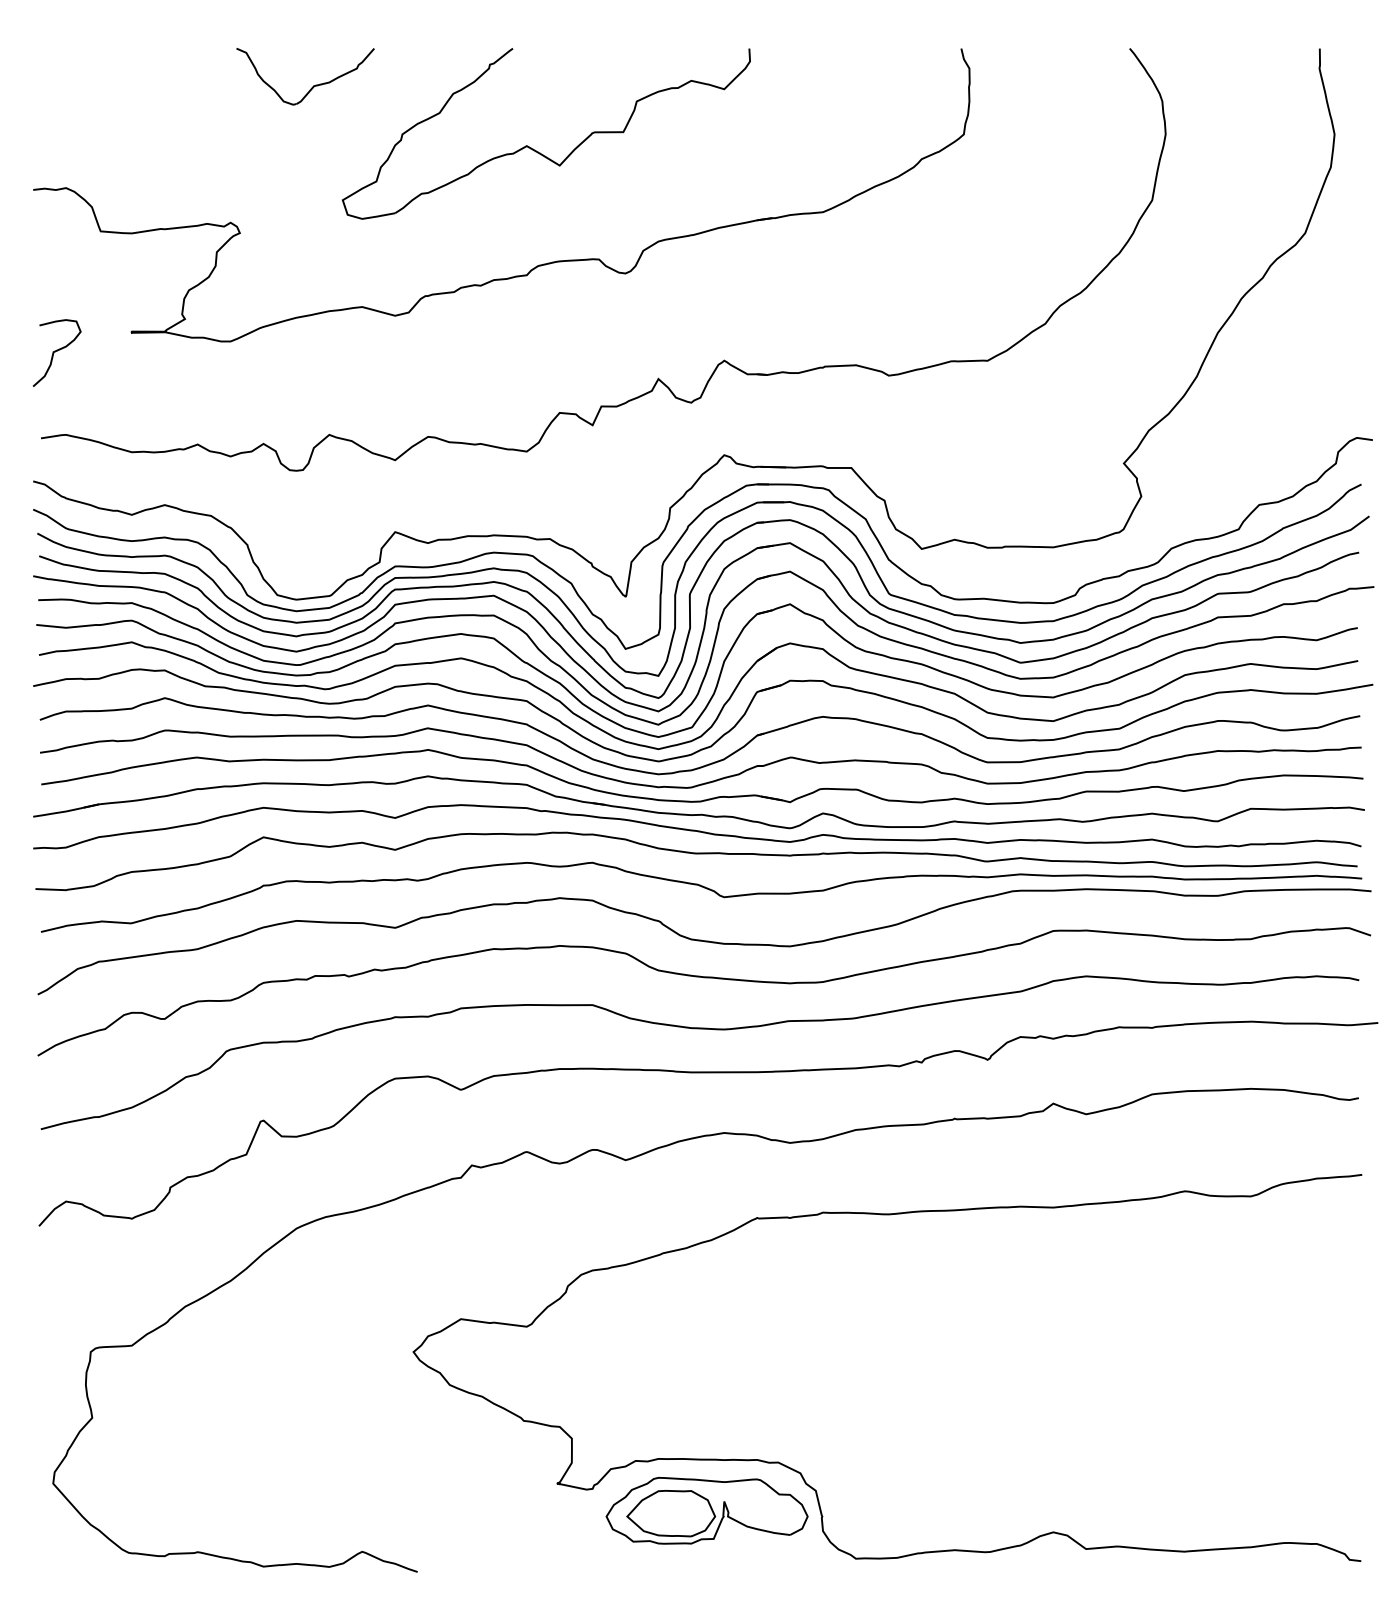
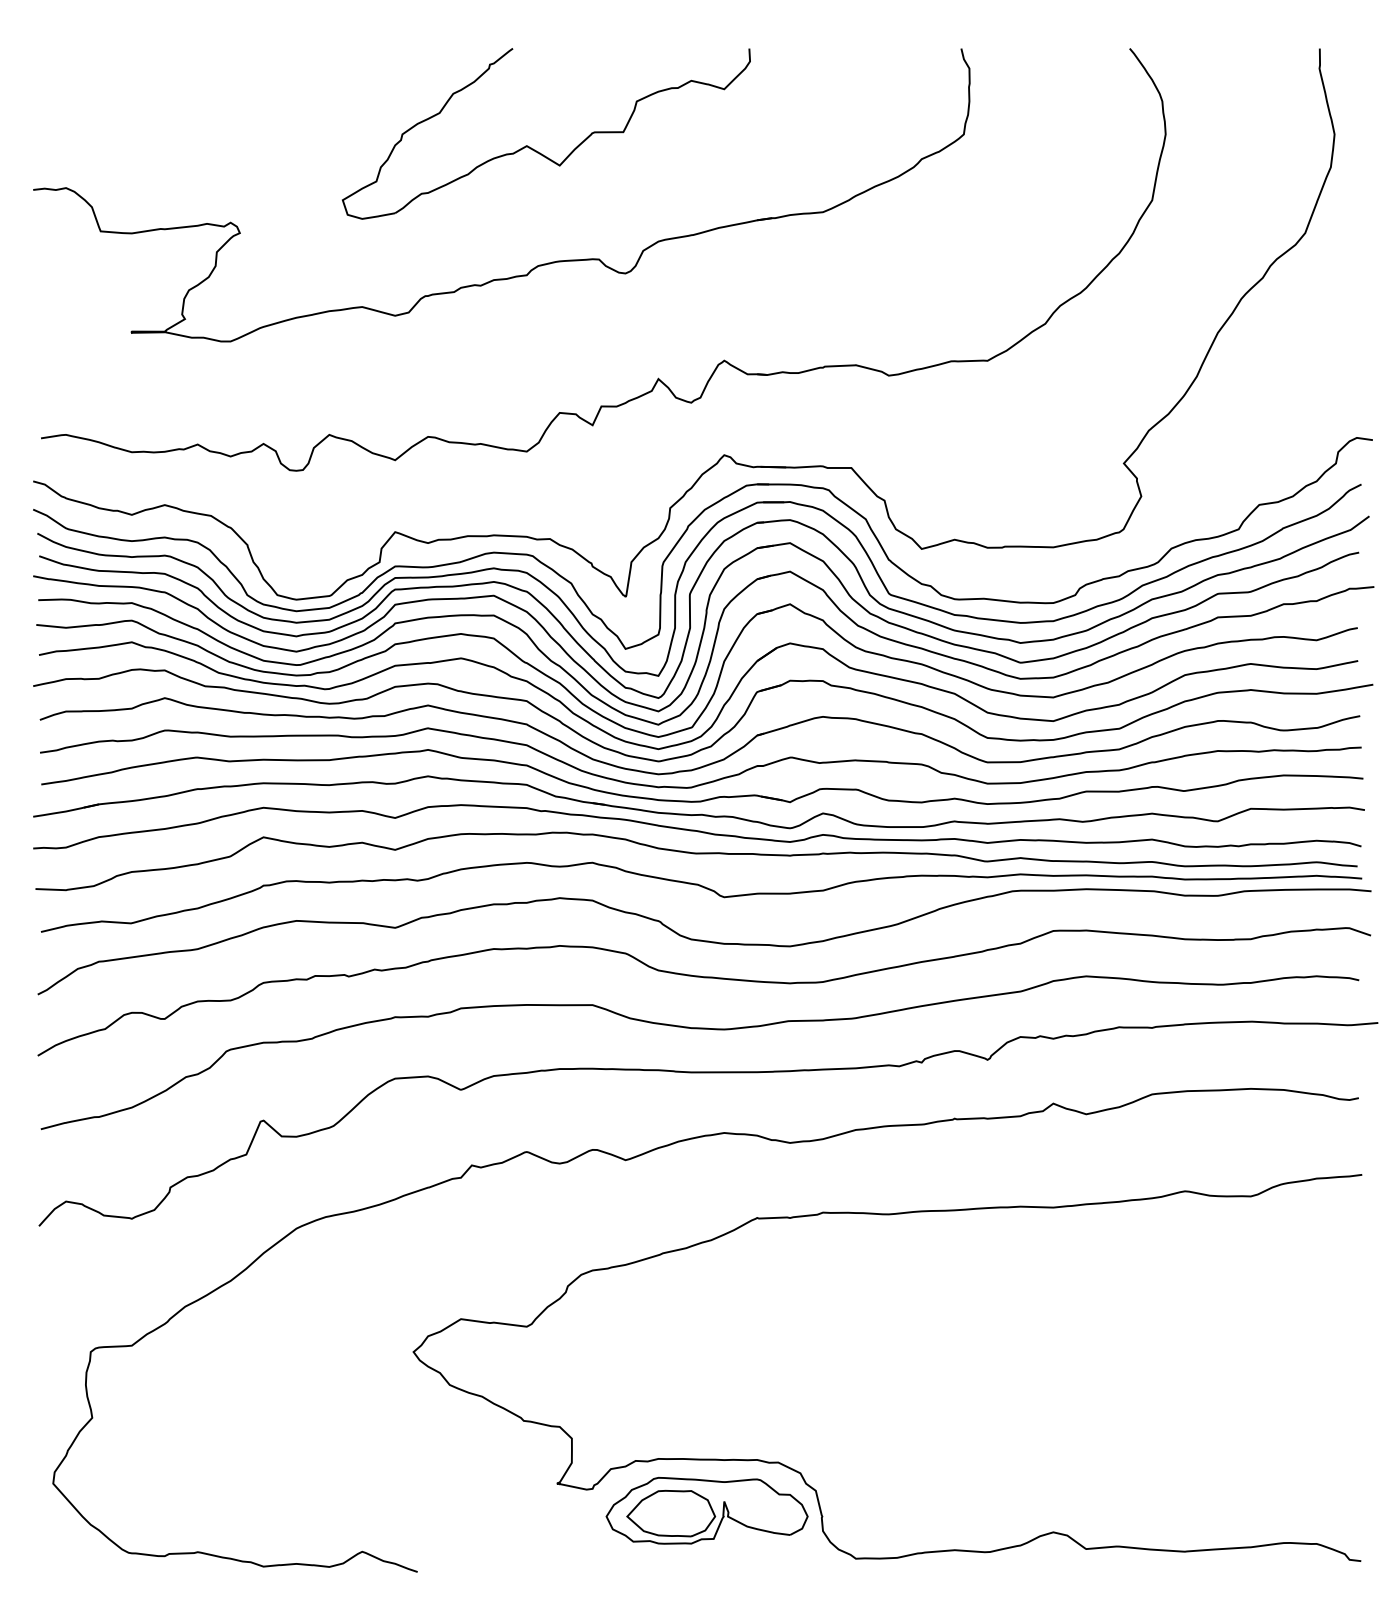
part at (313, 85): present -> none
curve at (56, 351): present -> none
